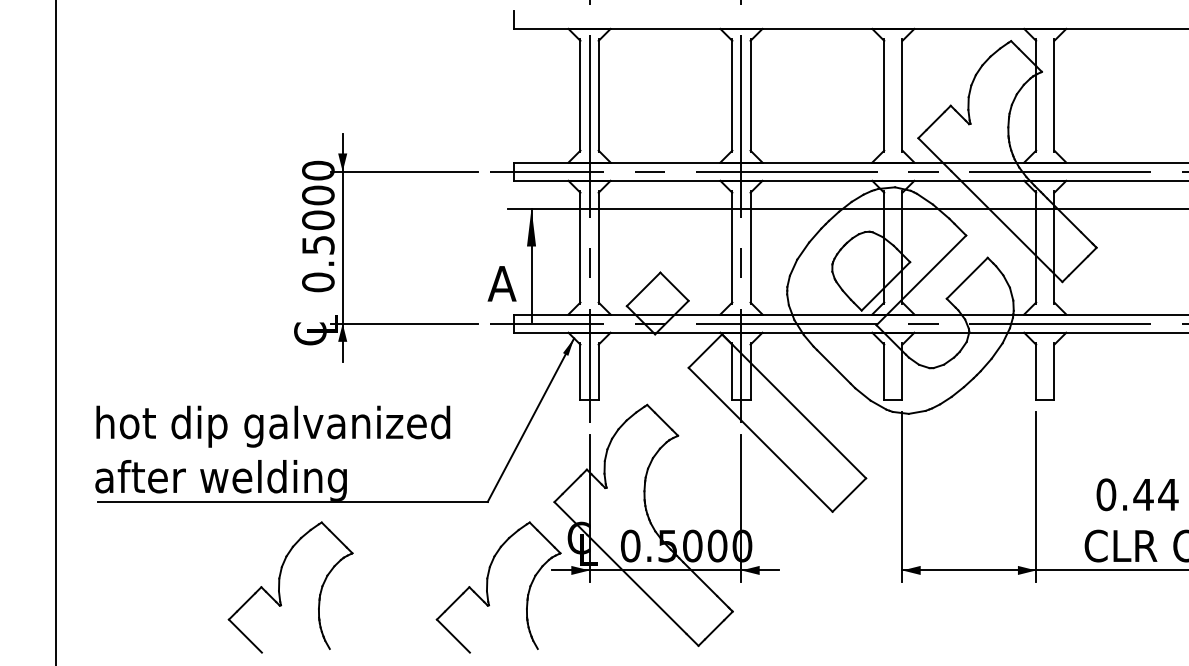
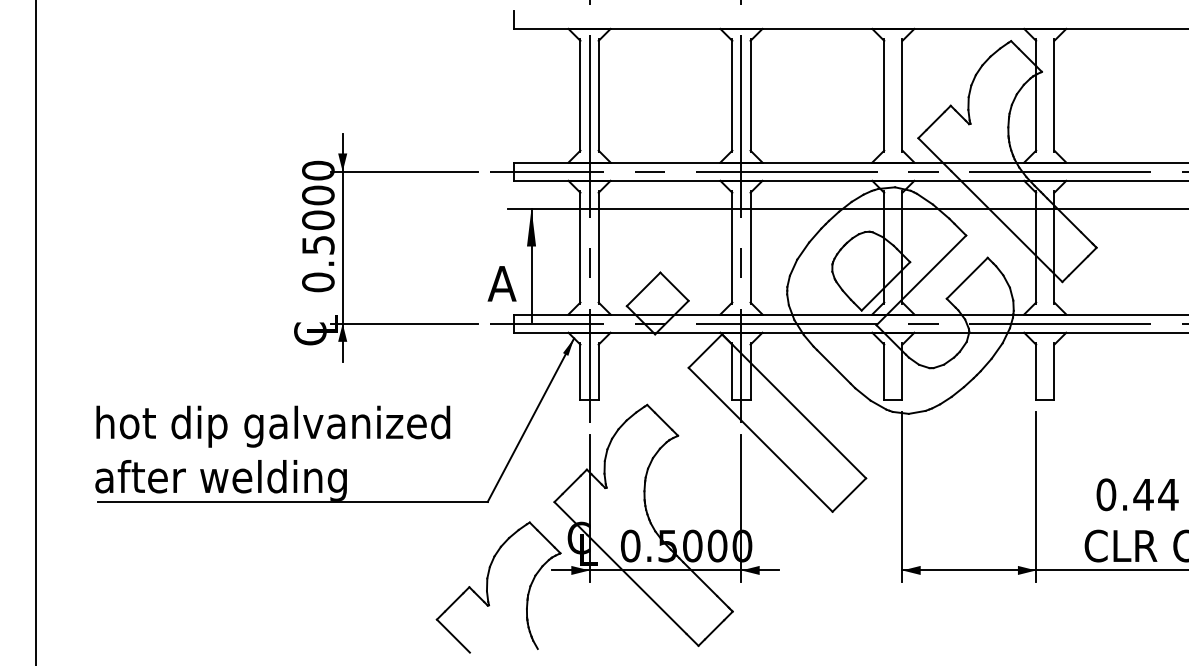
line at (55, 332) position: (55, 332) -> (35, 332)
part at (280, 583): present -> none
